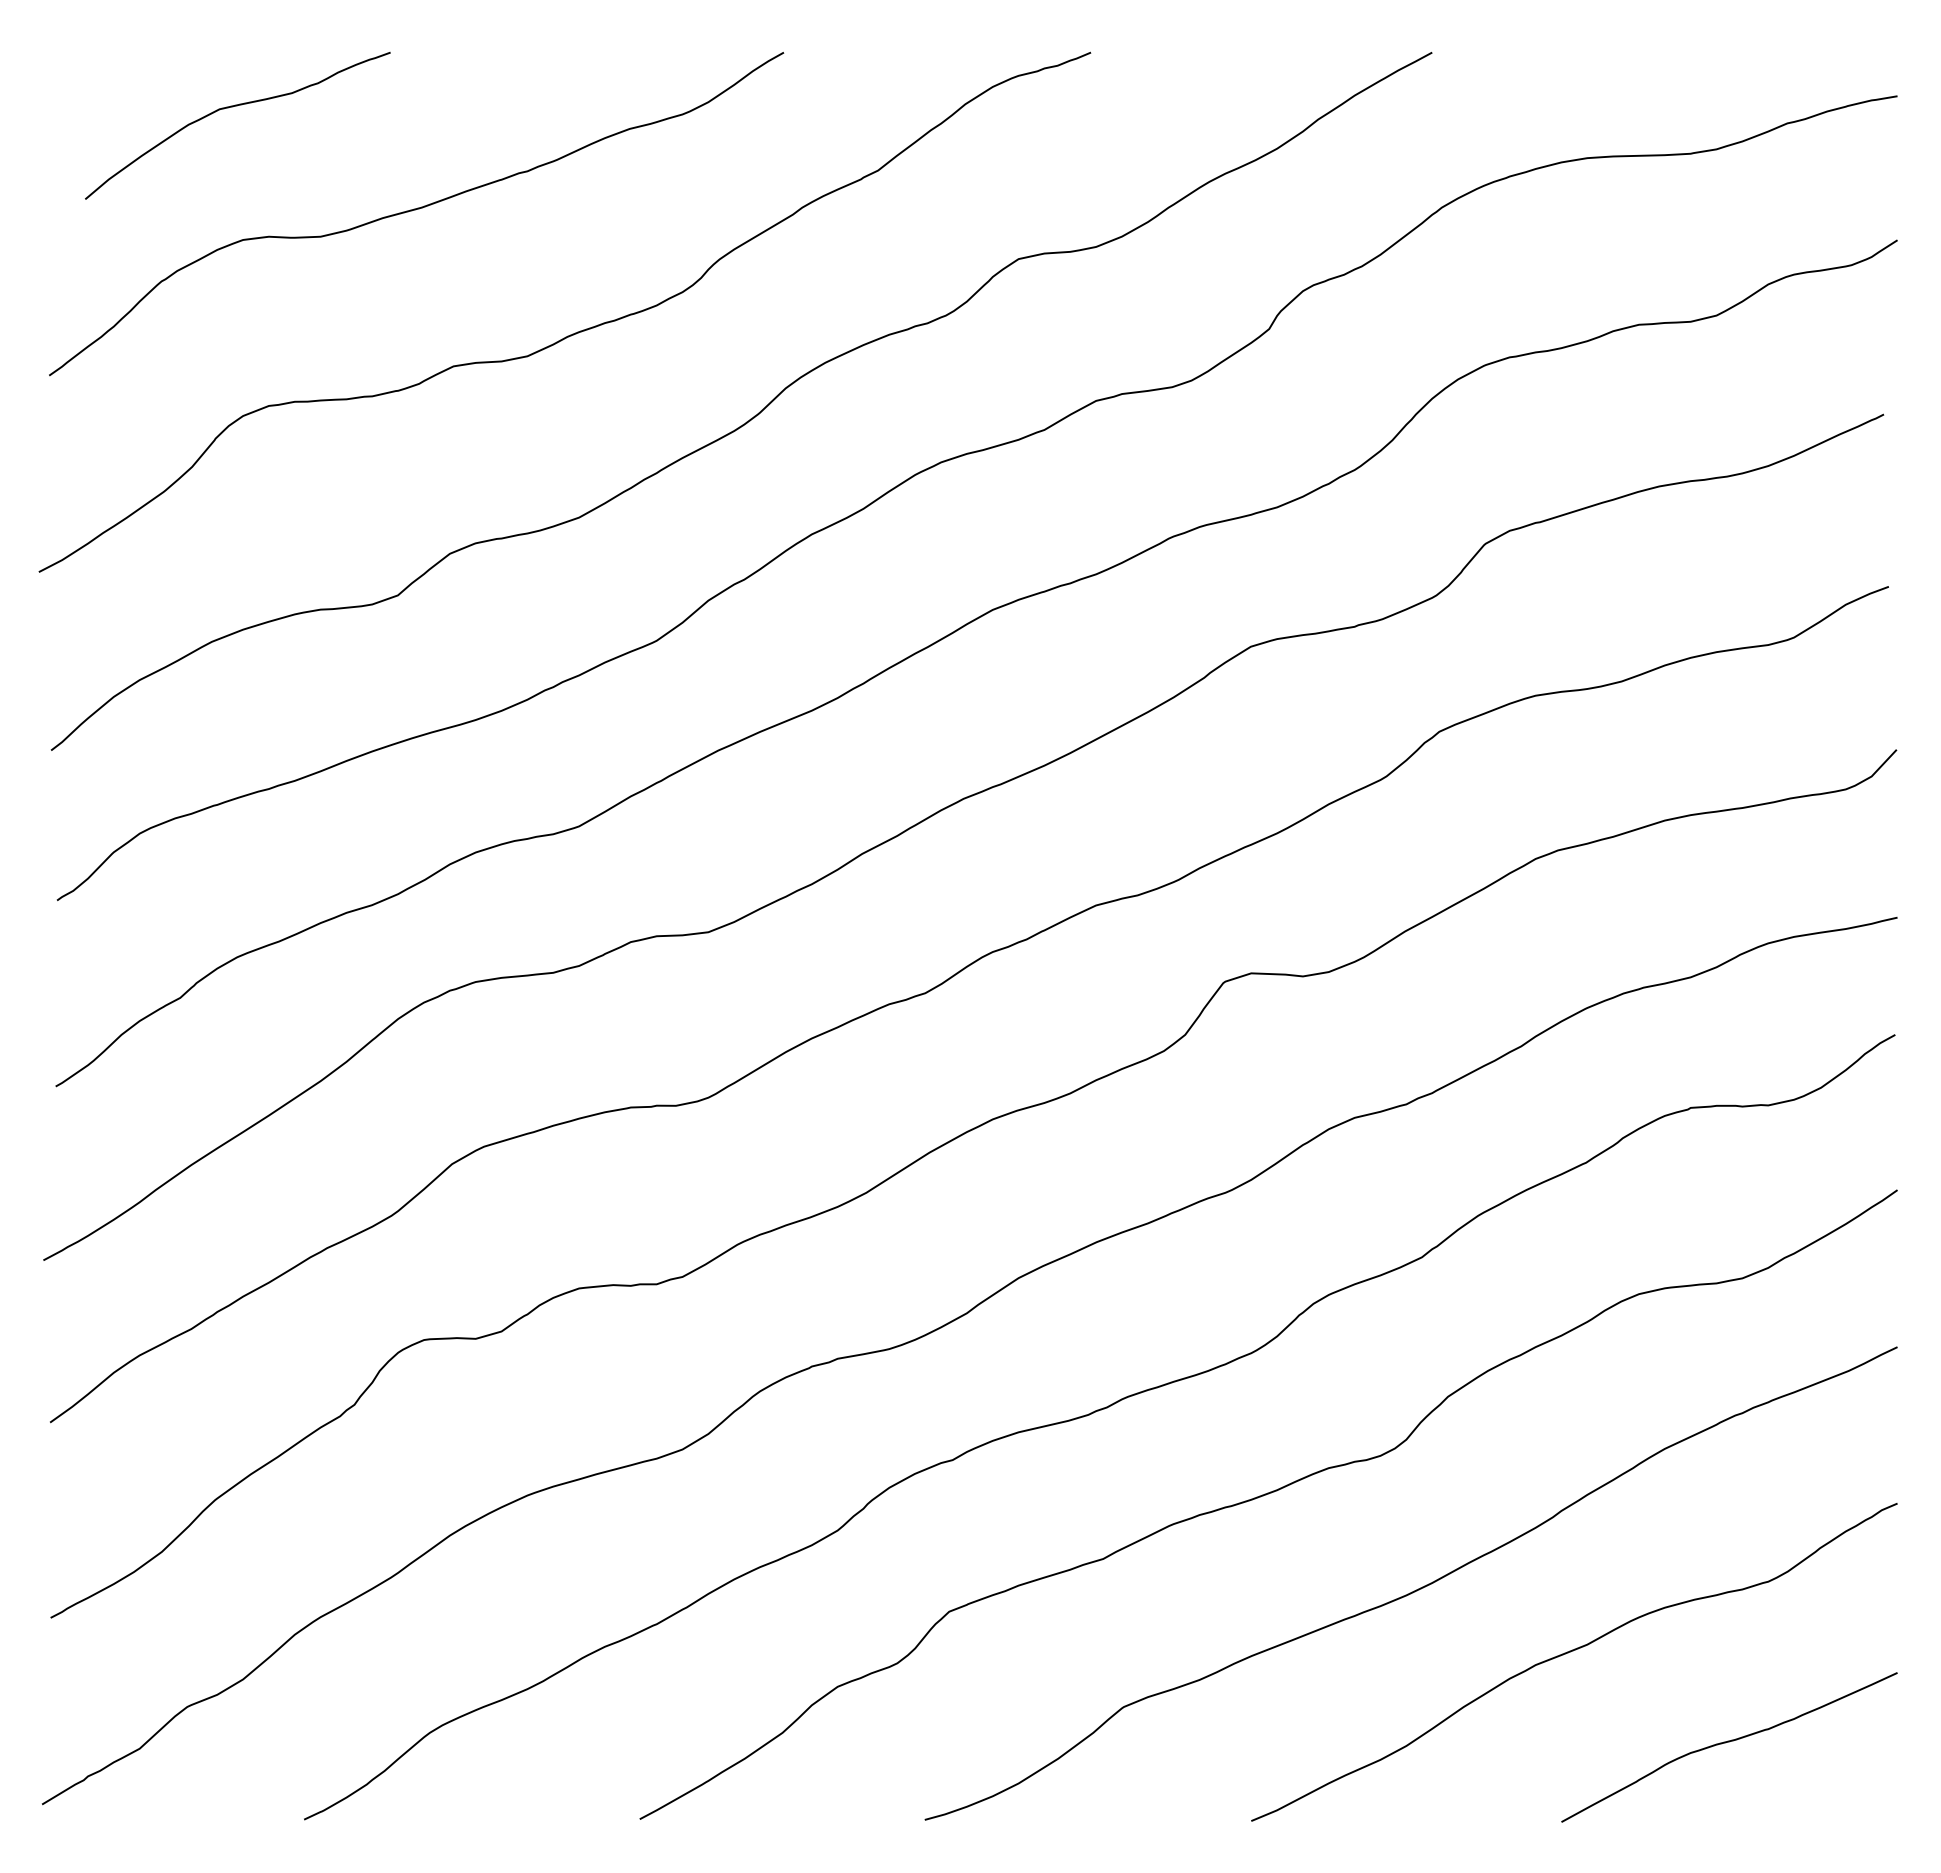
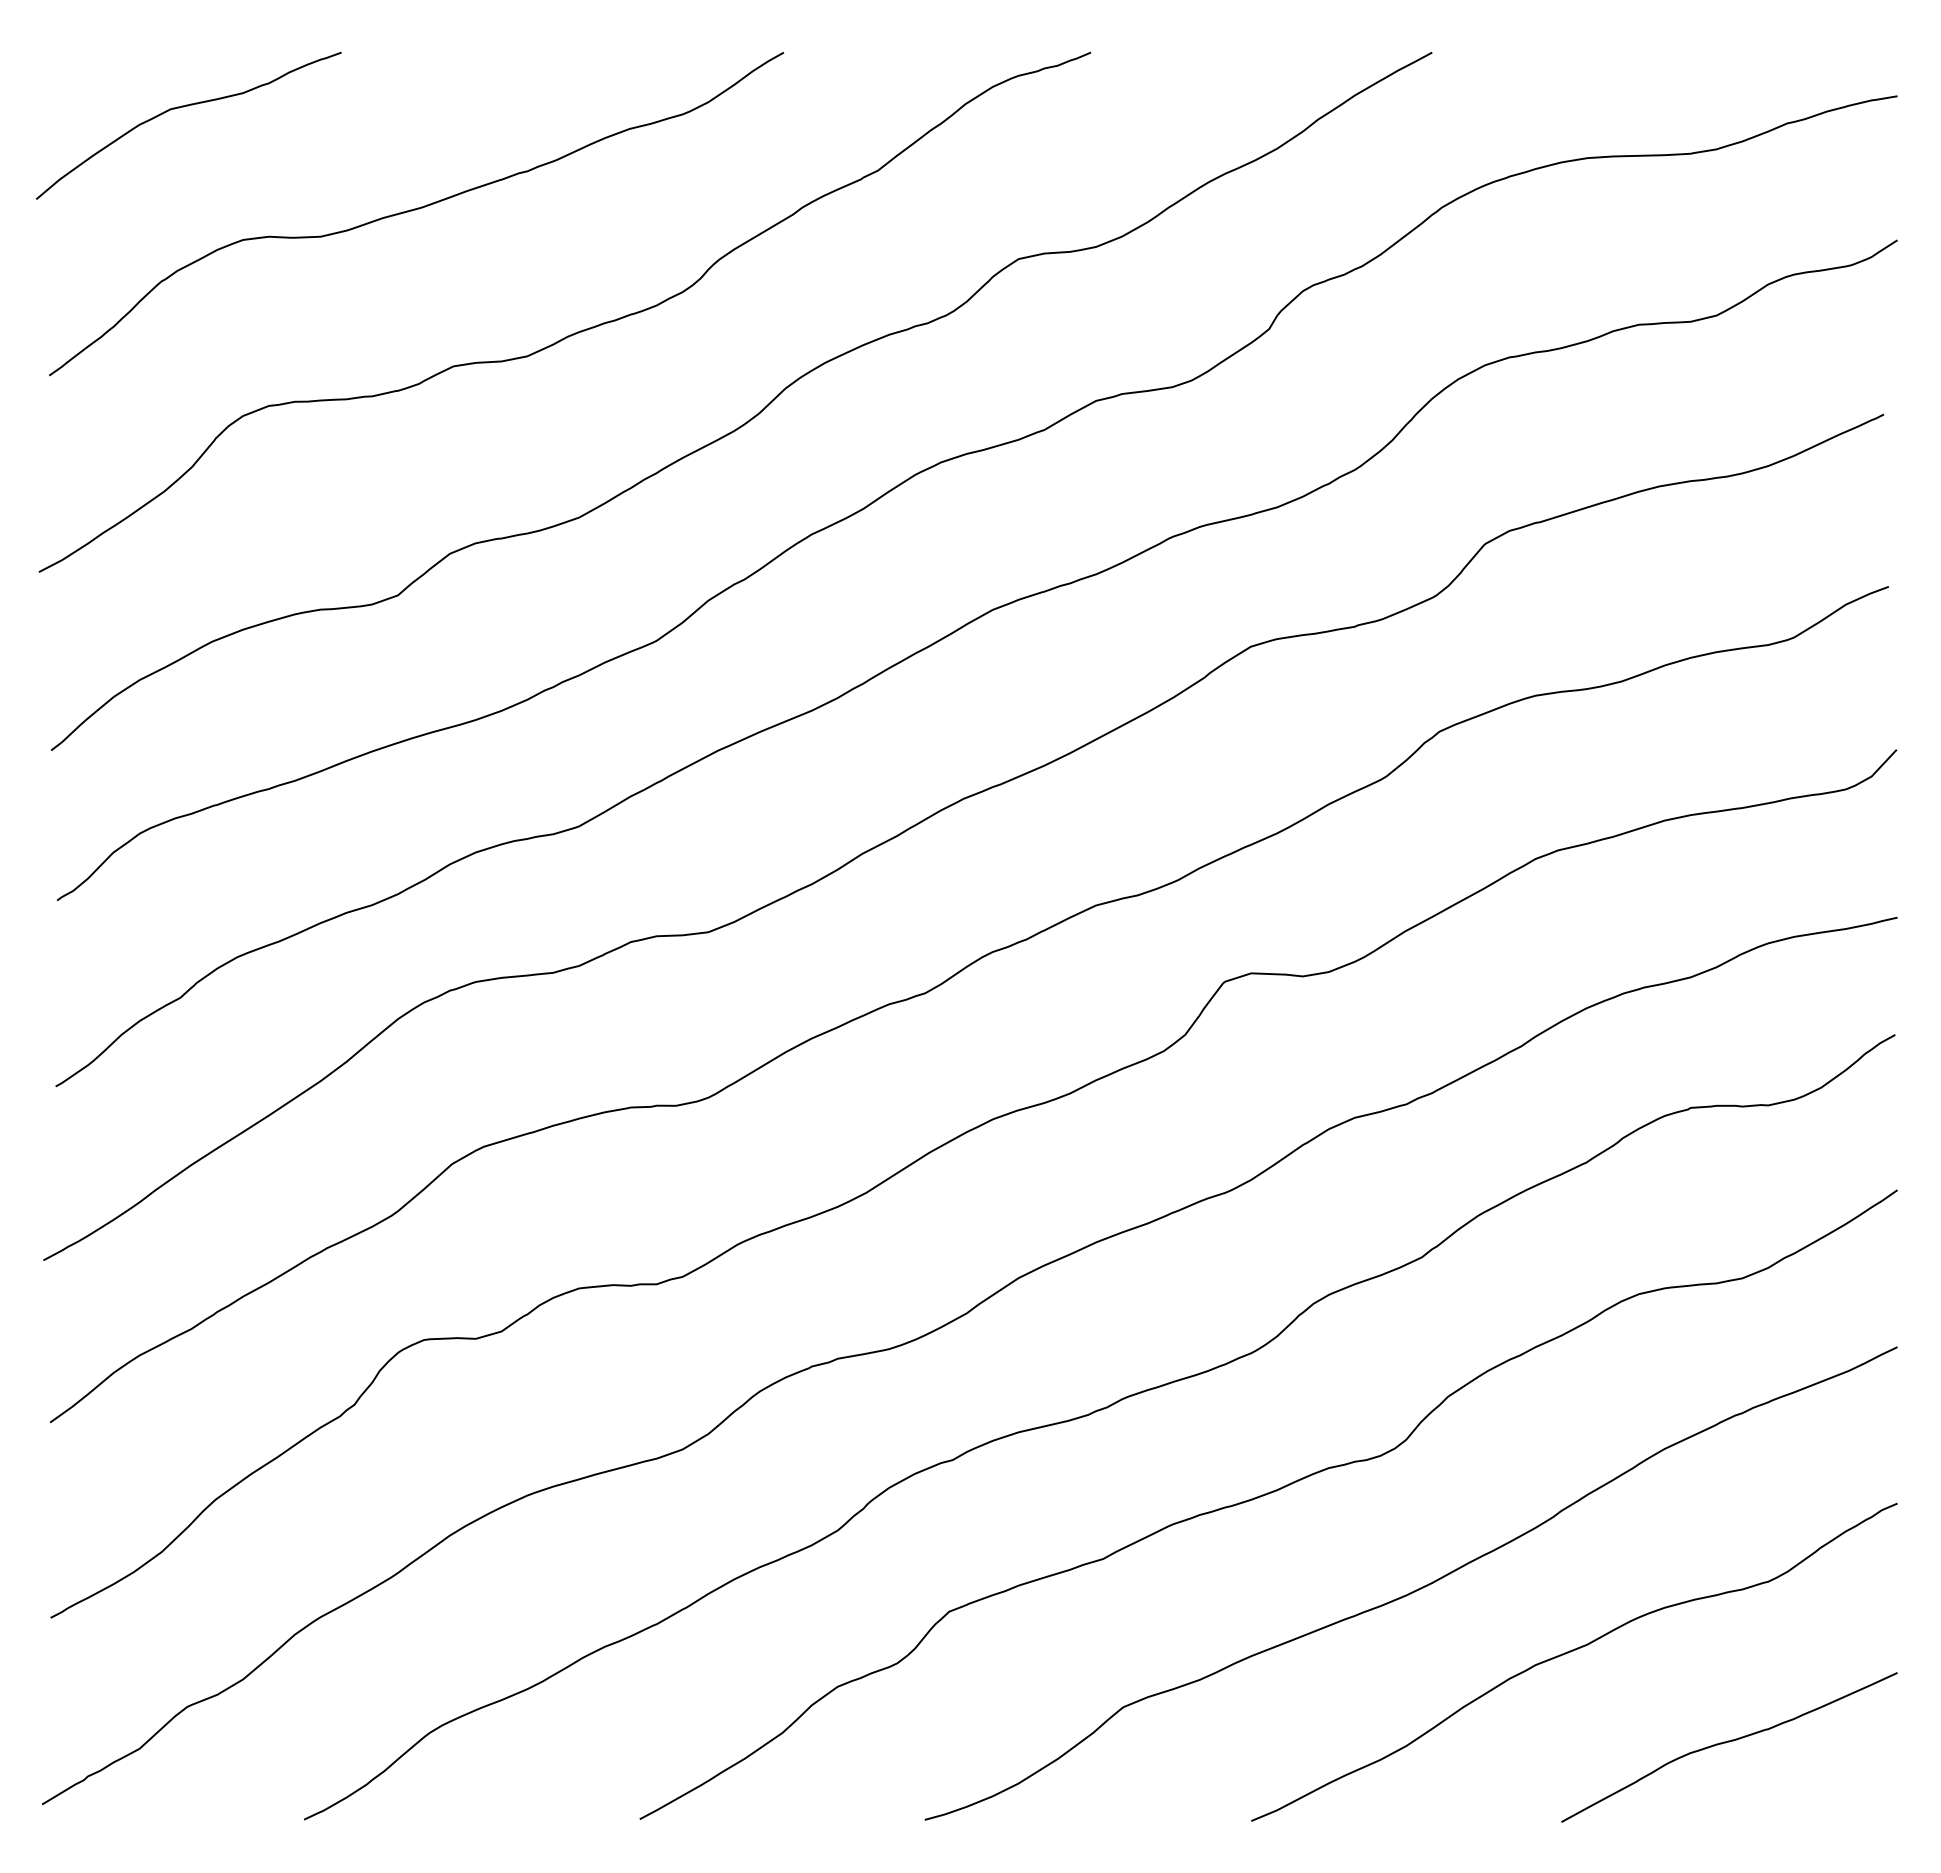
curve at (233, 107) position: (233, 107) -> (184, 107)
